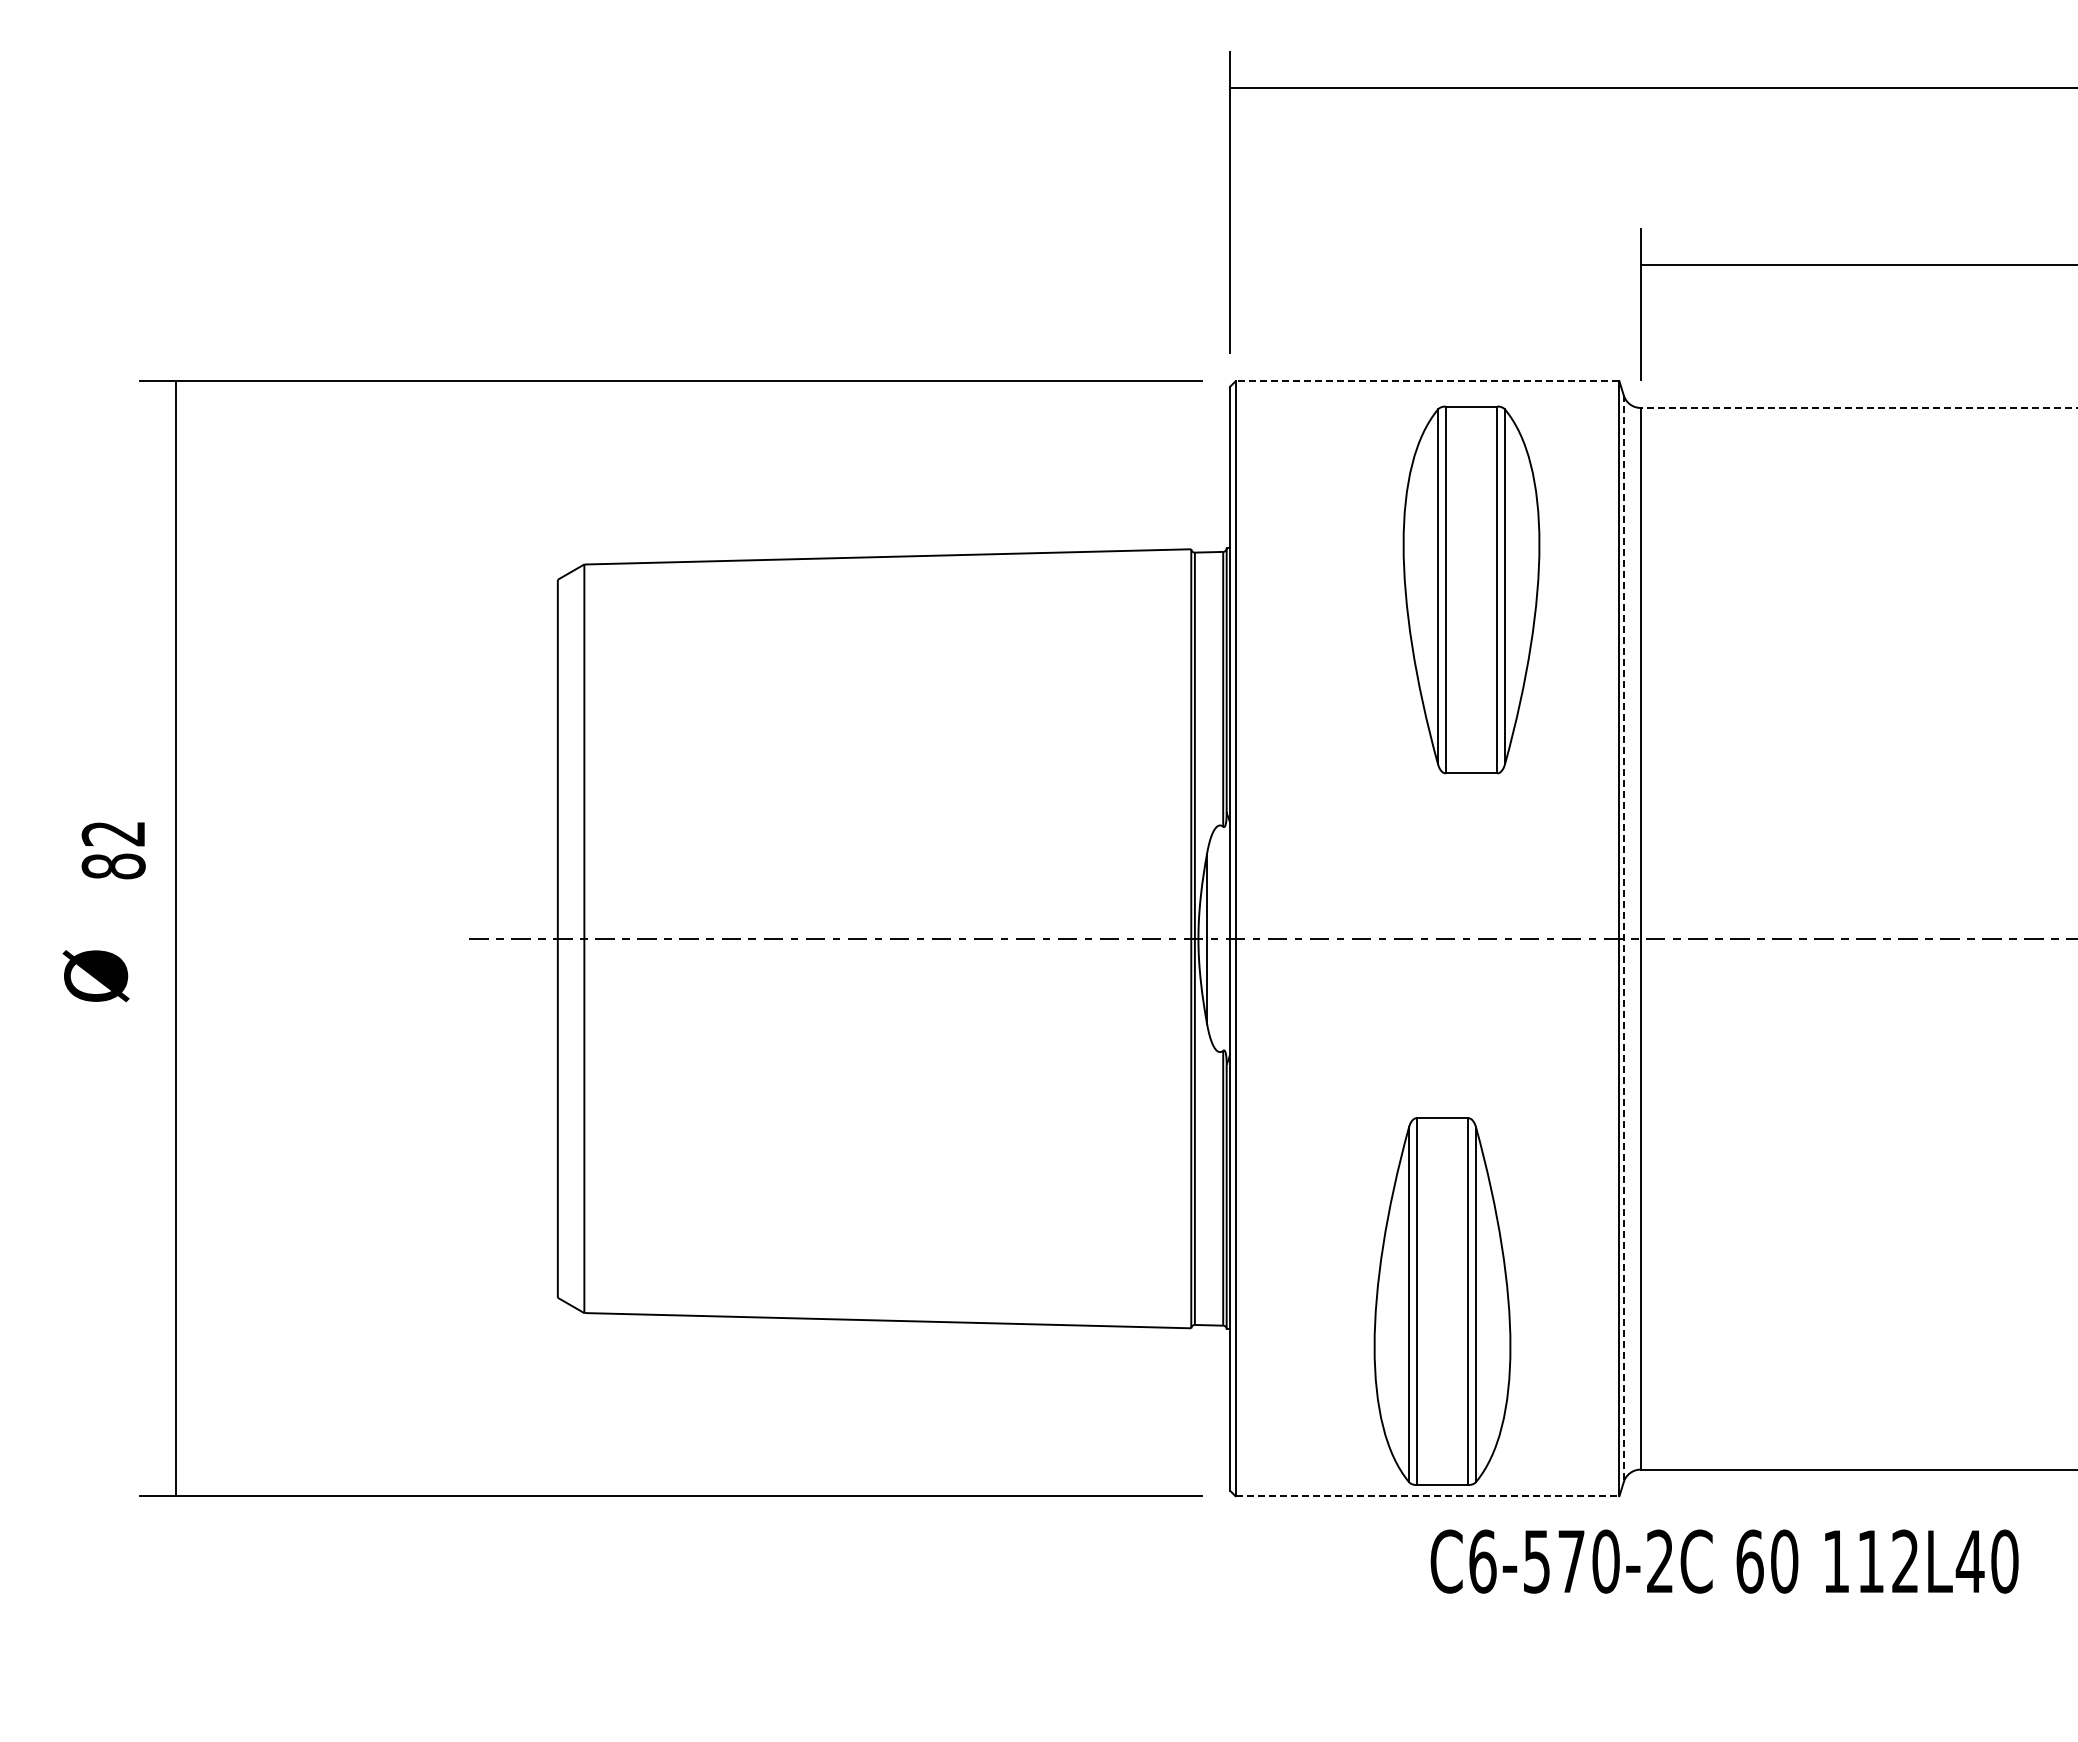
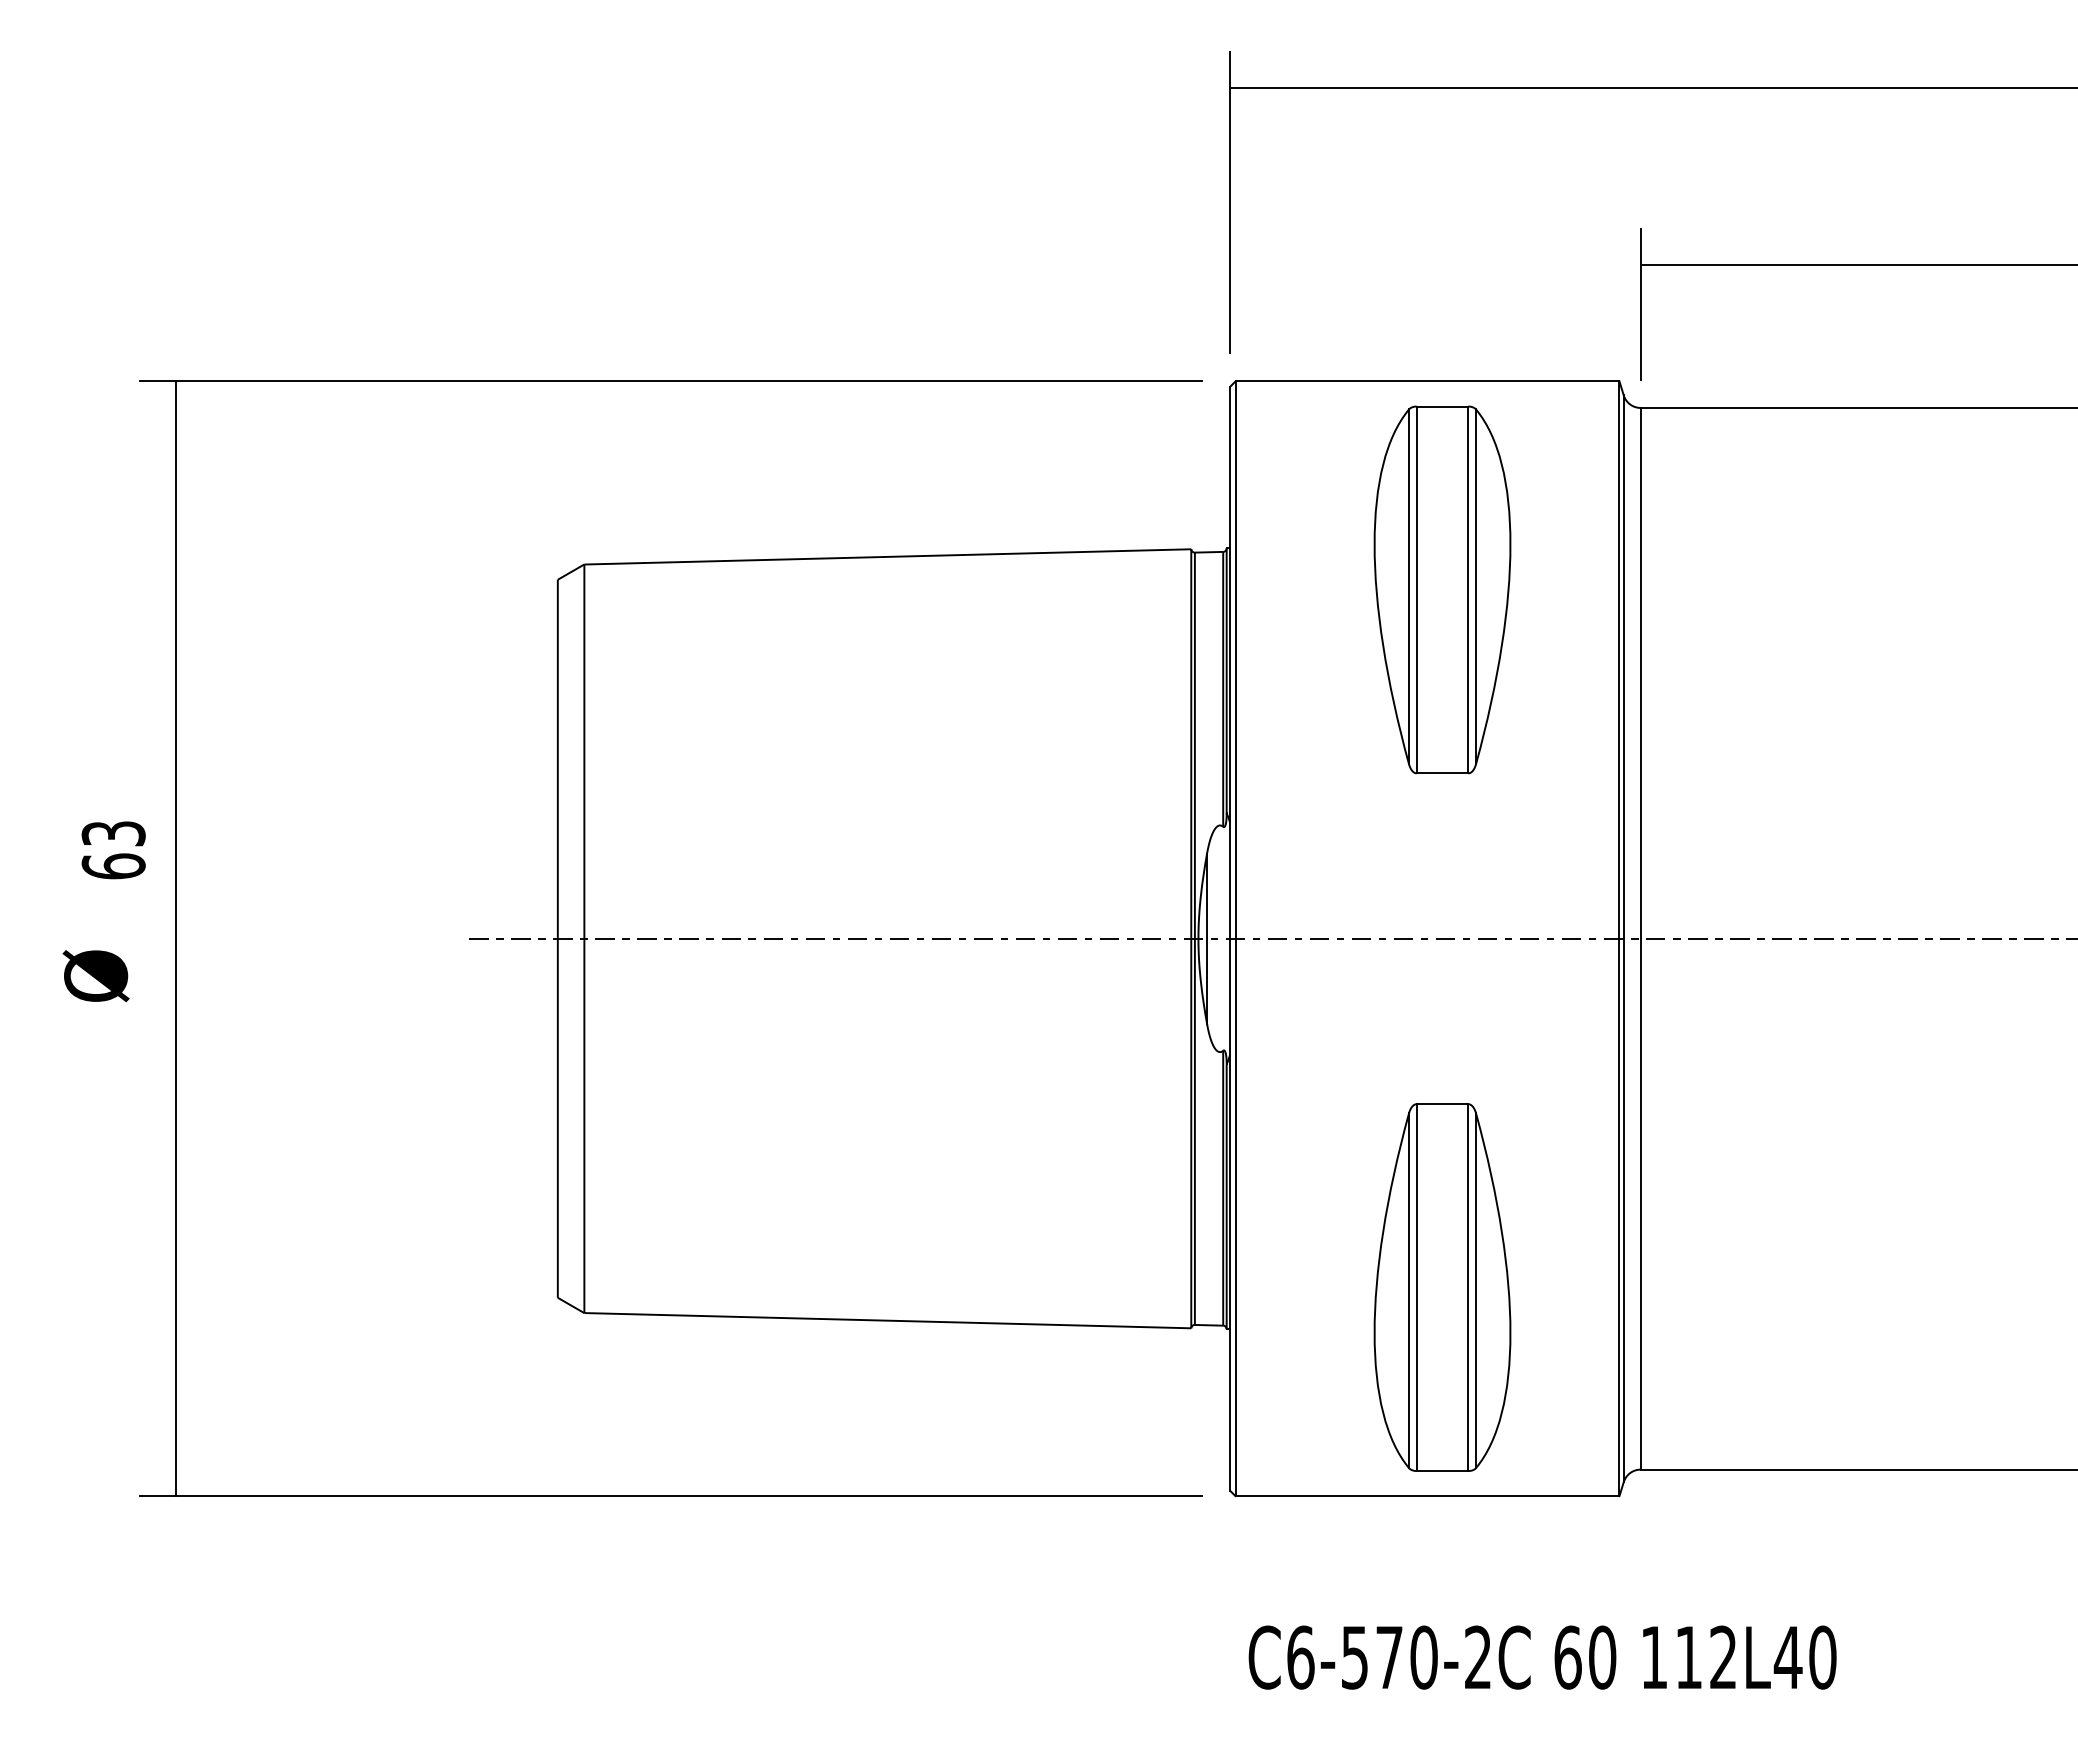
line at (1427, 381): dashed -> solid
line at (1858, 407): dashed -> solid
part at (1471, 589) position: (1471, 589) -> (1442, 589)
text at (113, 850): 82 -> 63
line at (1623, 939): dashed -> solid
part at (1442, 1301) position: (1442, 1301) -> (1442, 1287)
line at (1427, 1496): dashed -> solid
text at (1724, 1561) position: (1724, 1561) -> (1542, 1657)
